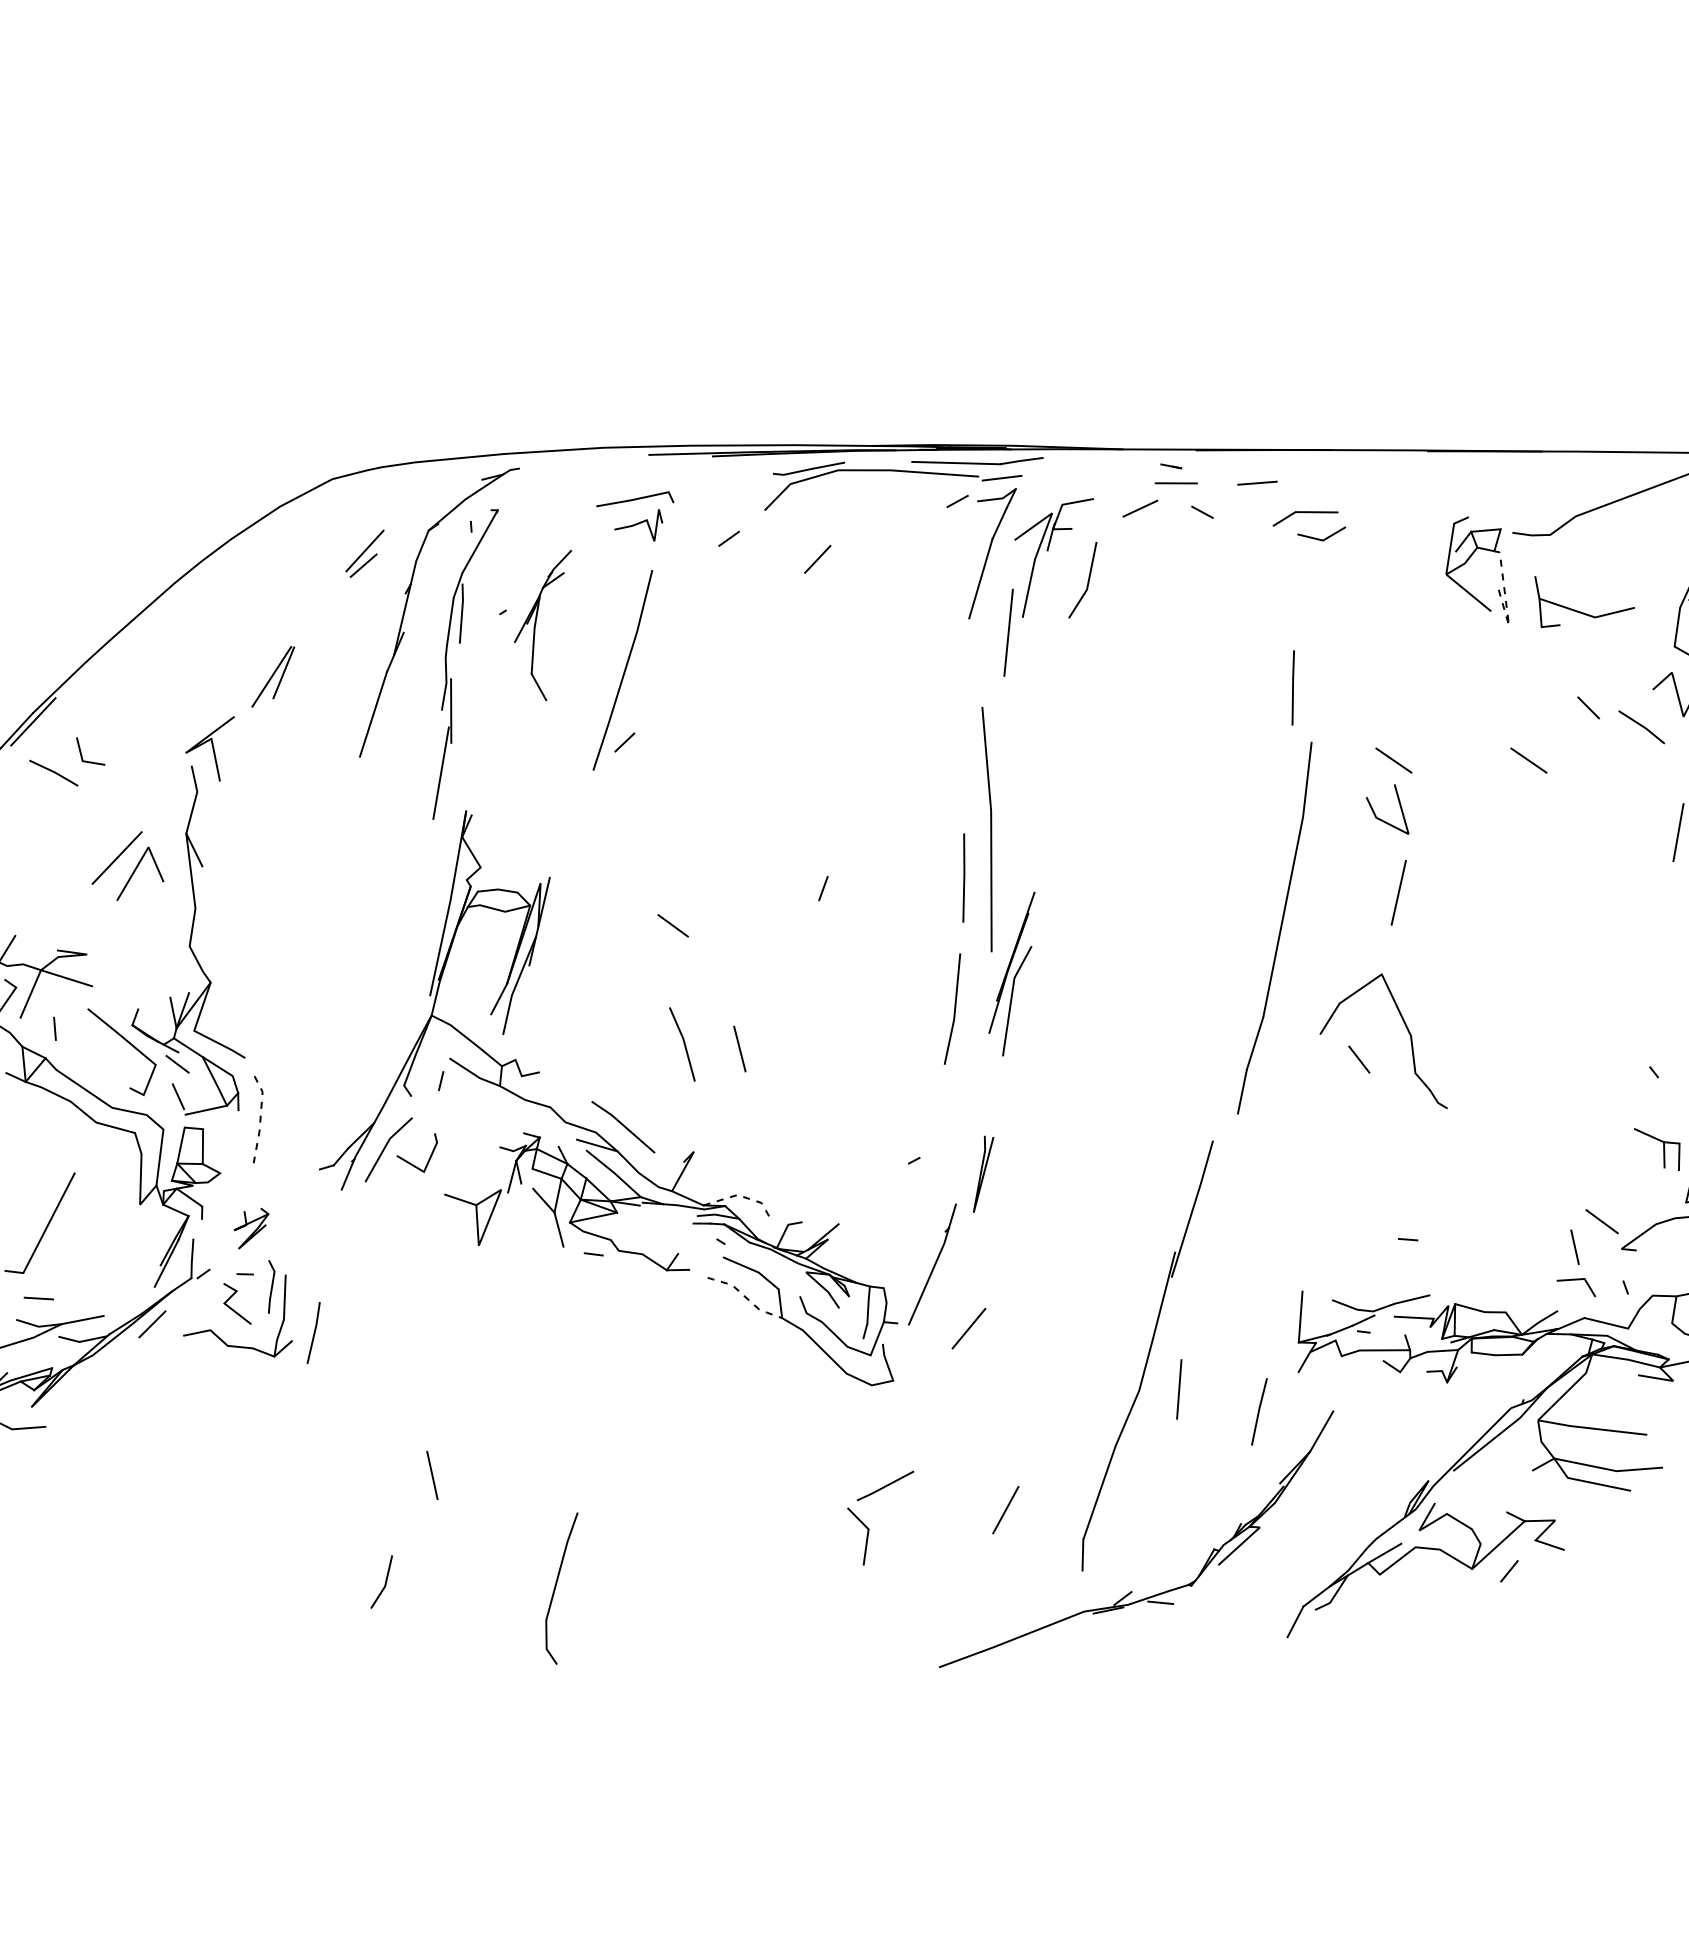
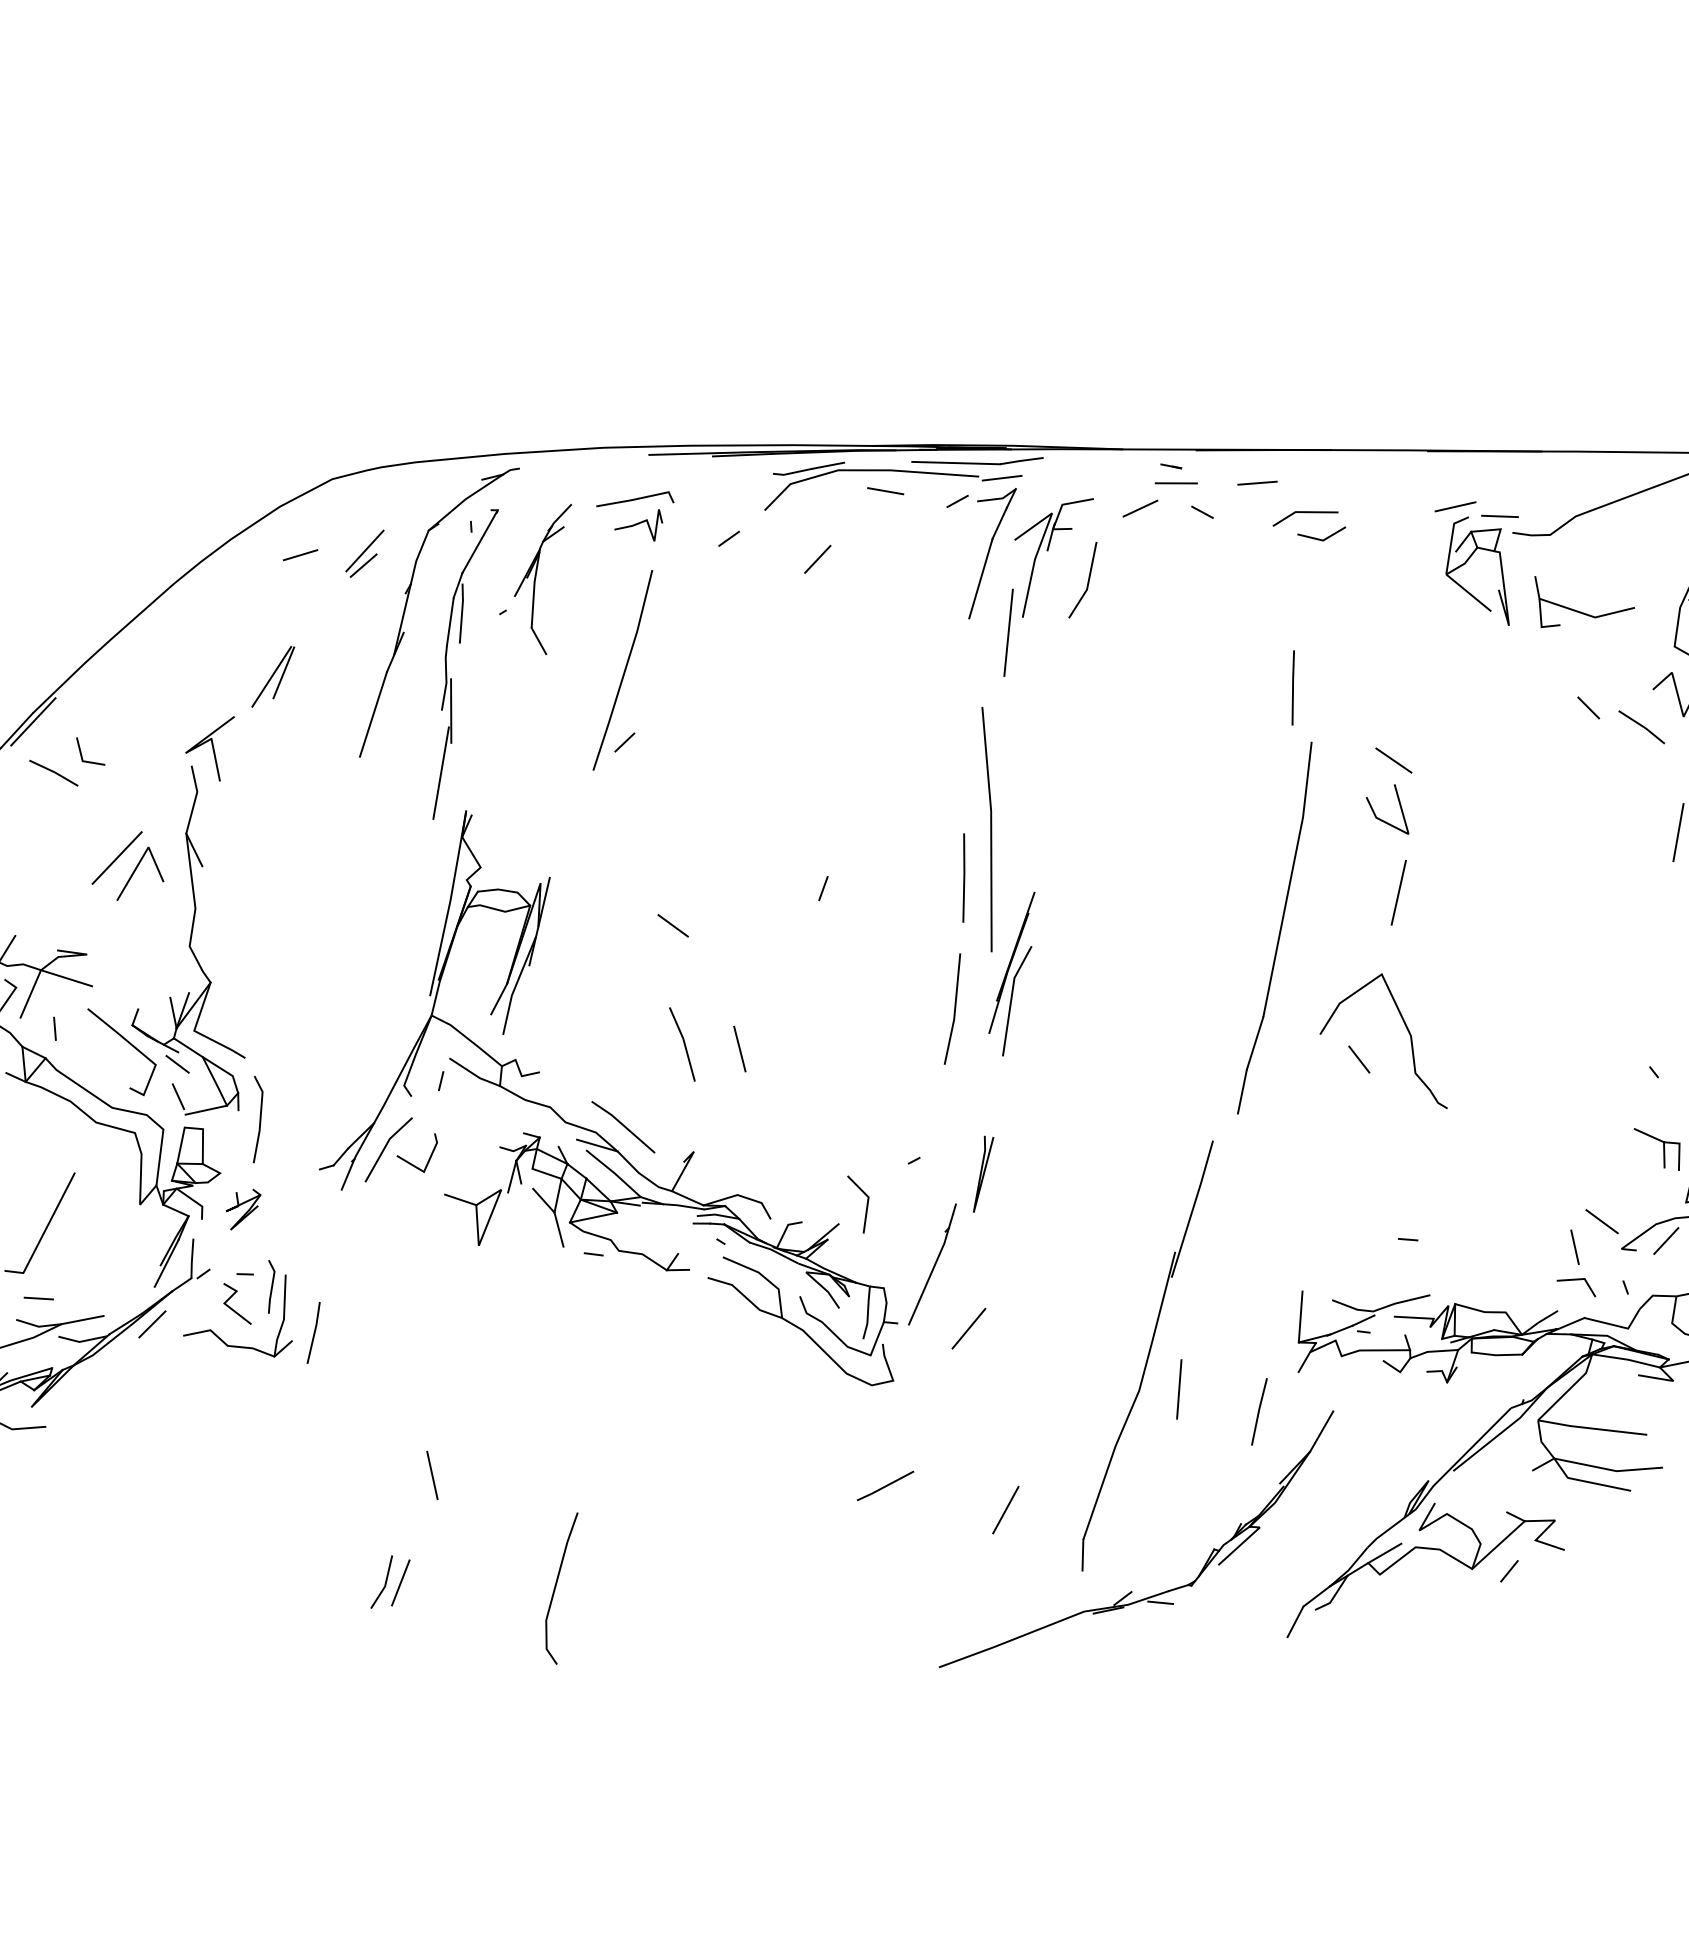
line at (885, 491): none -> present
line at (1455, 506): none -> present
line at (1499, 515): none -> present
line at (300, 555): none -> present
line at (1506, 604): dashed -> solid
part at (536, 624) position: (536, 624) -> (536, 578)
line at (1528, 760): present -> none
line at (260, 1119): dashed -> solid
line at (742, 1196): dashed -> solid
part at (251, 1228) position: (251, 1228) -> (243, 1209)
line at (1666, 1240): none -> present
line at (745, 1296): dashed -> solid
line at (866, 1536) position: (866, 1536) -> (866, 1204)
line at (400, 1582): none -> present
